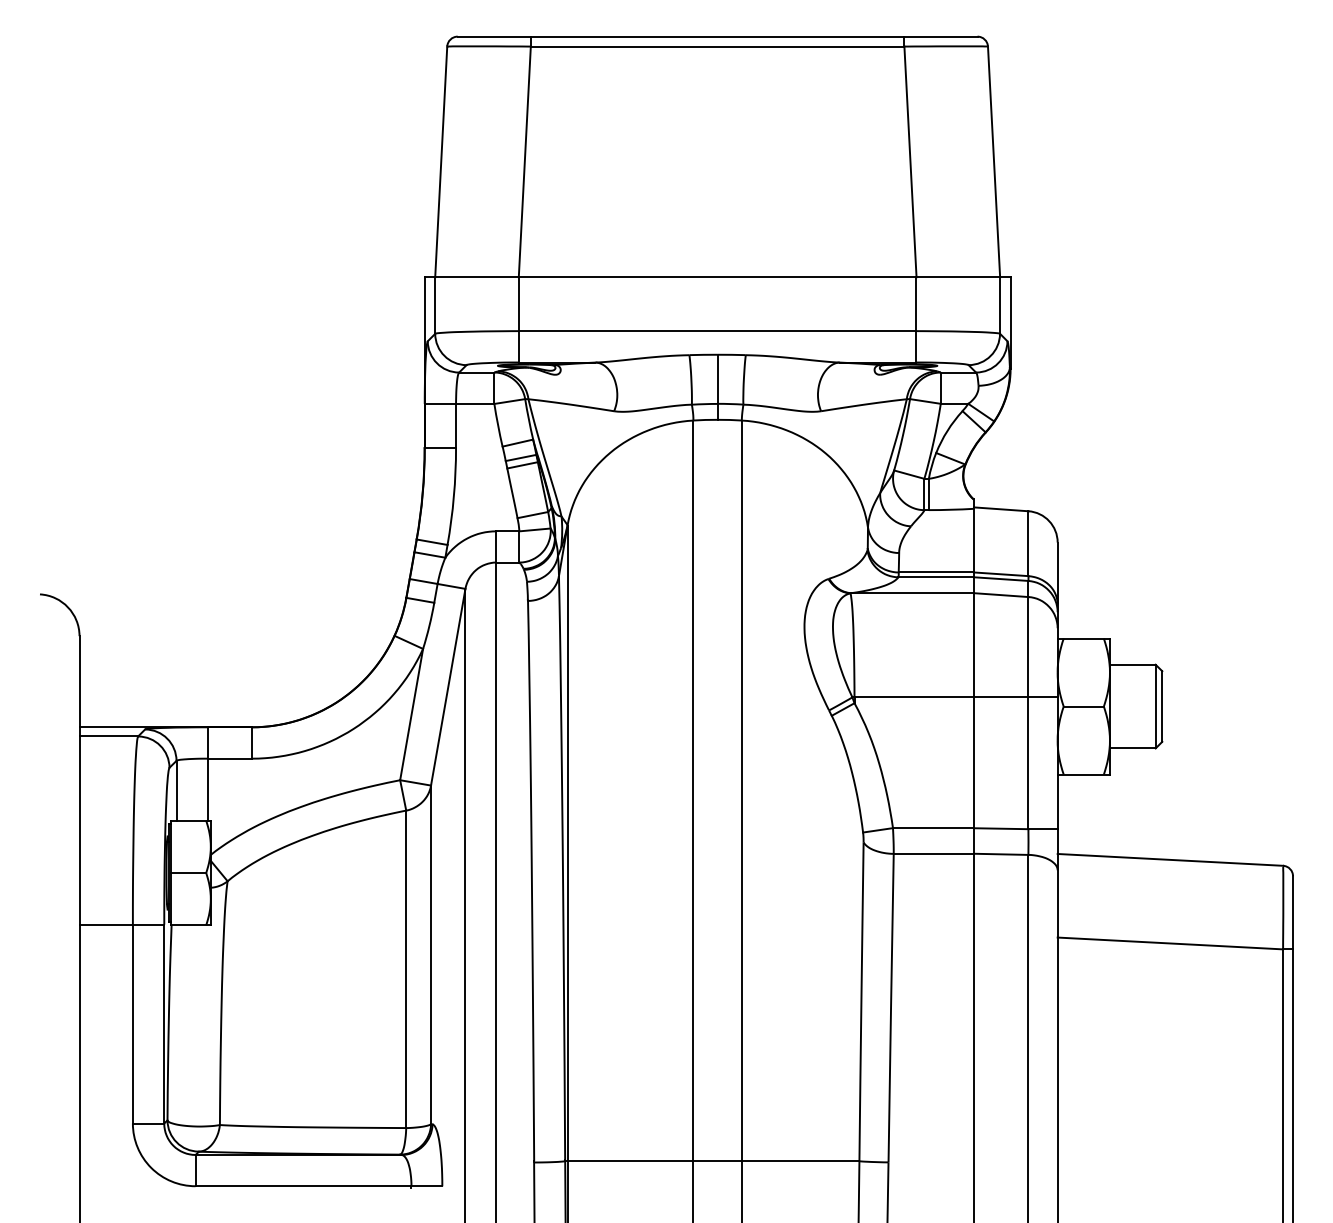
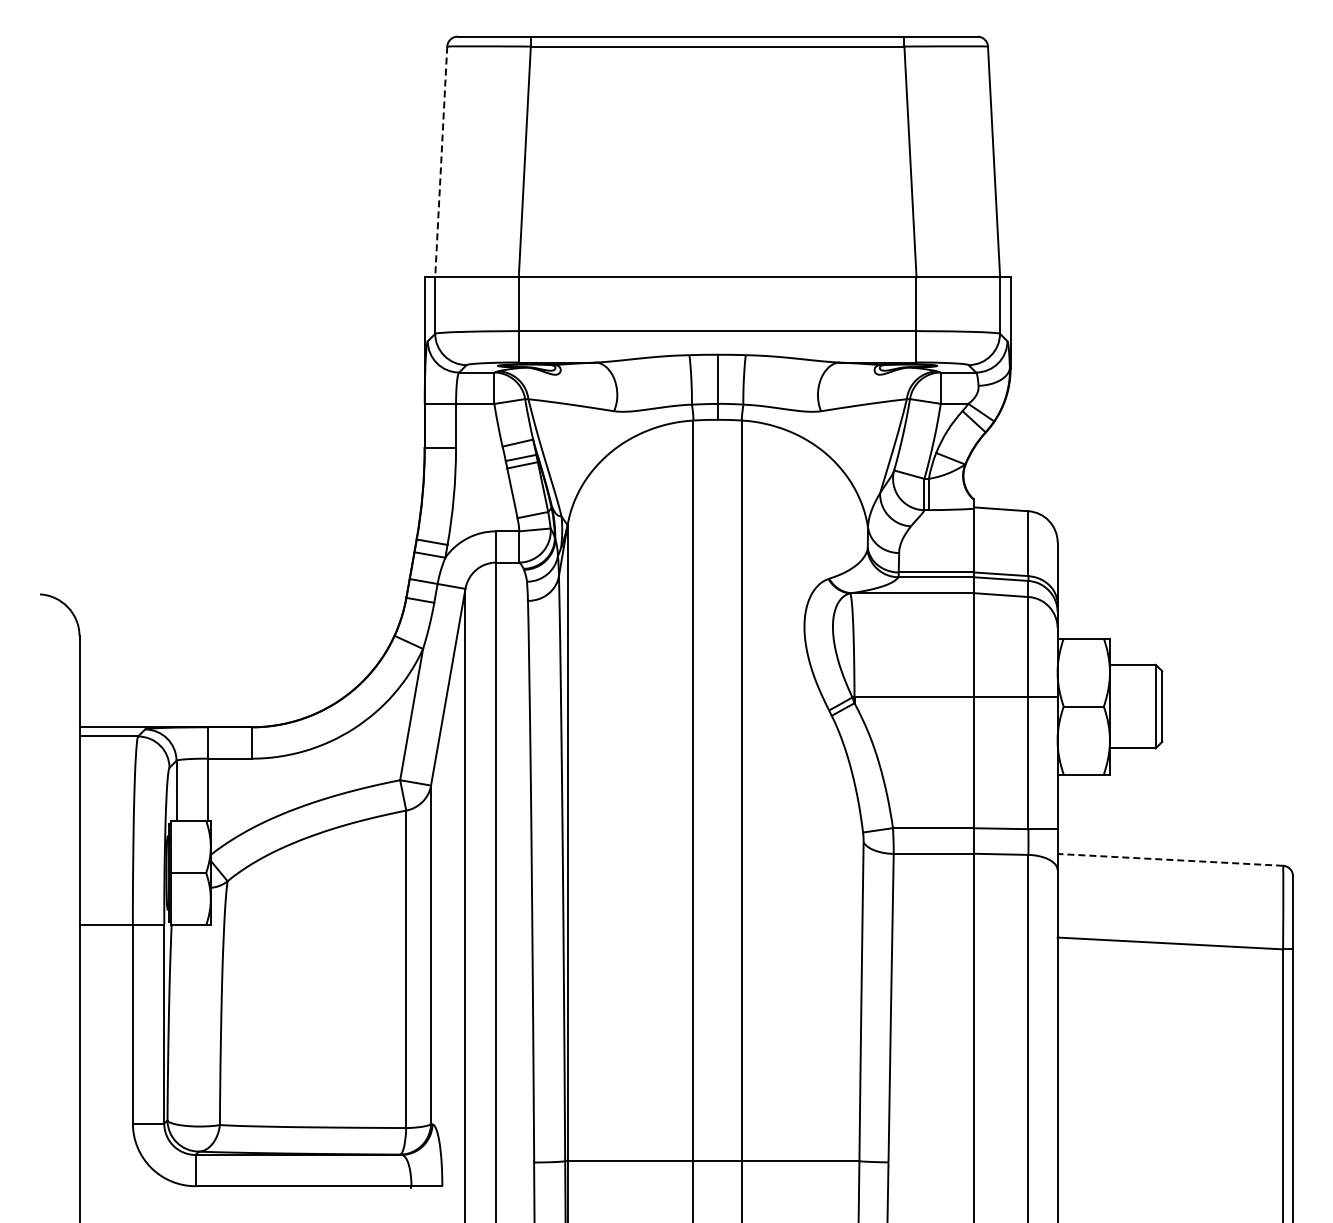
line at (441, 162): solid -> dashed
line at (1170, 859): solid -> dashed
